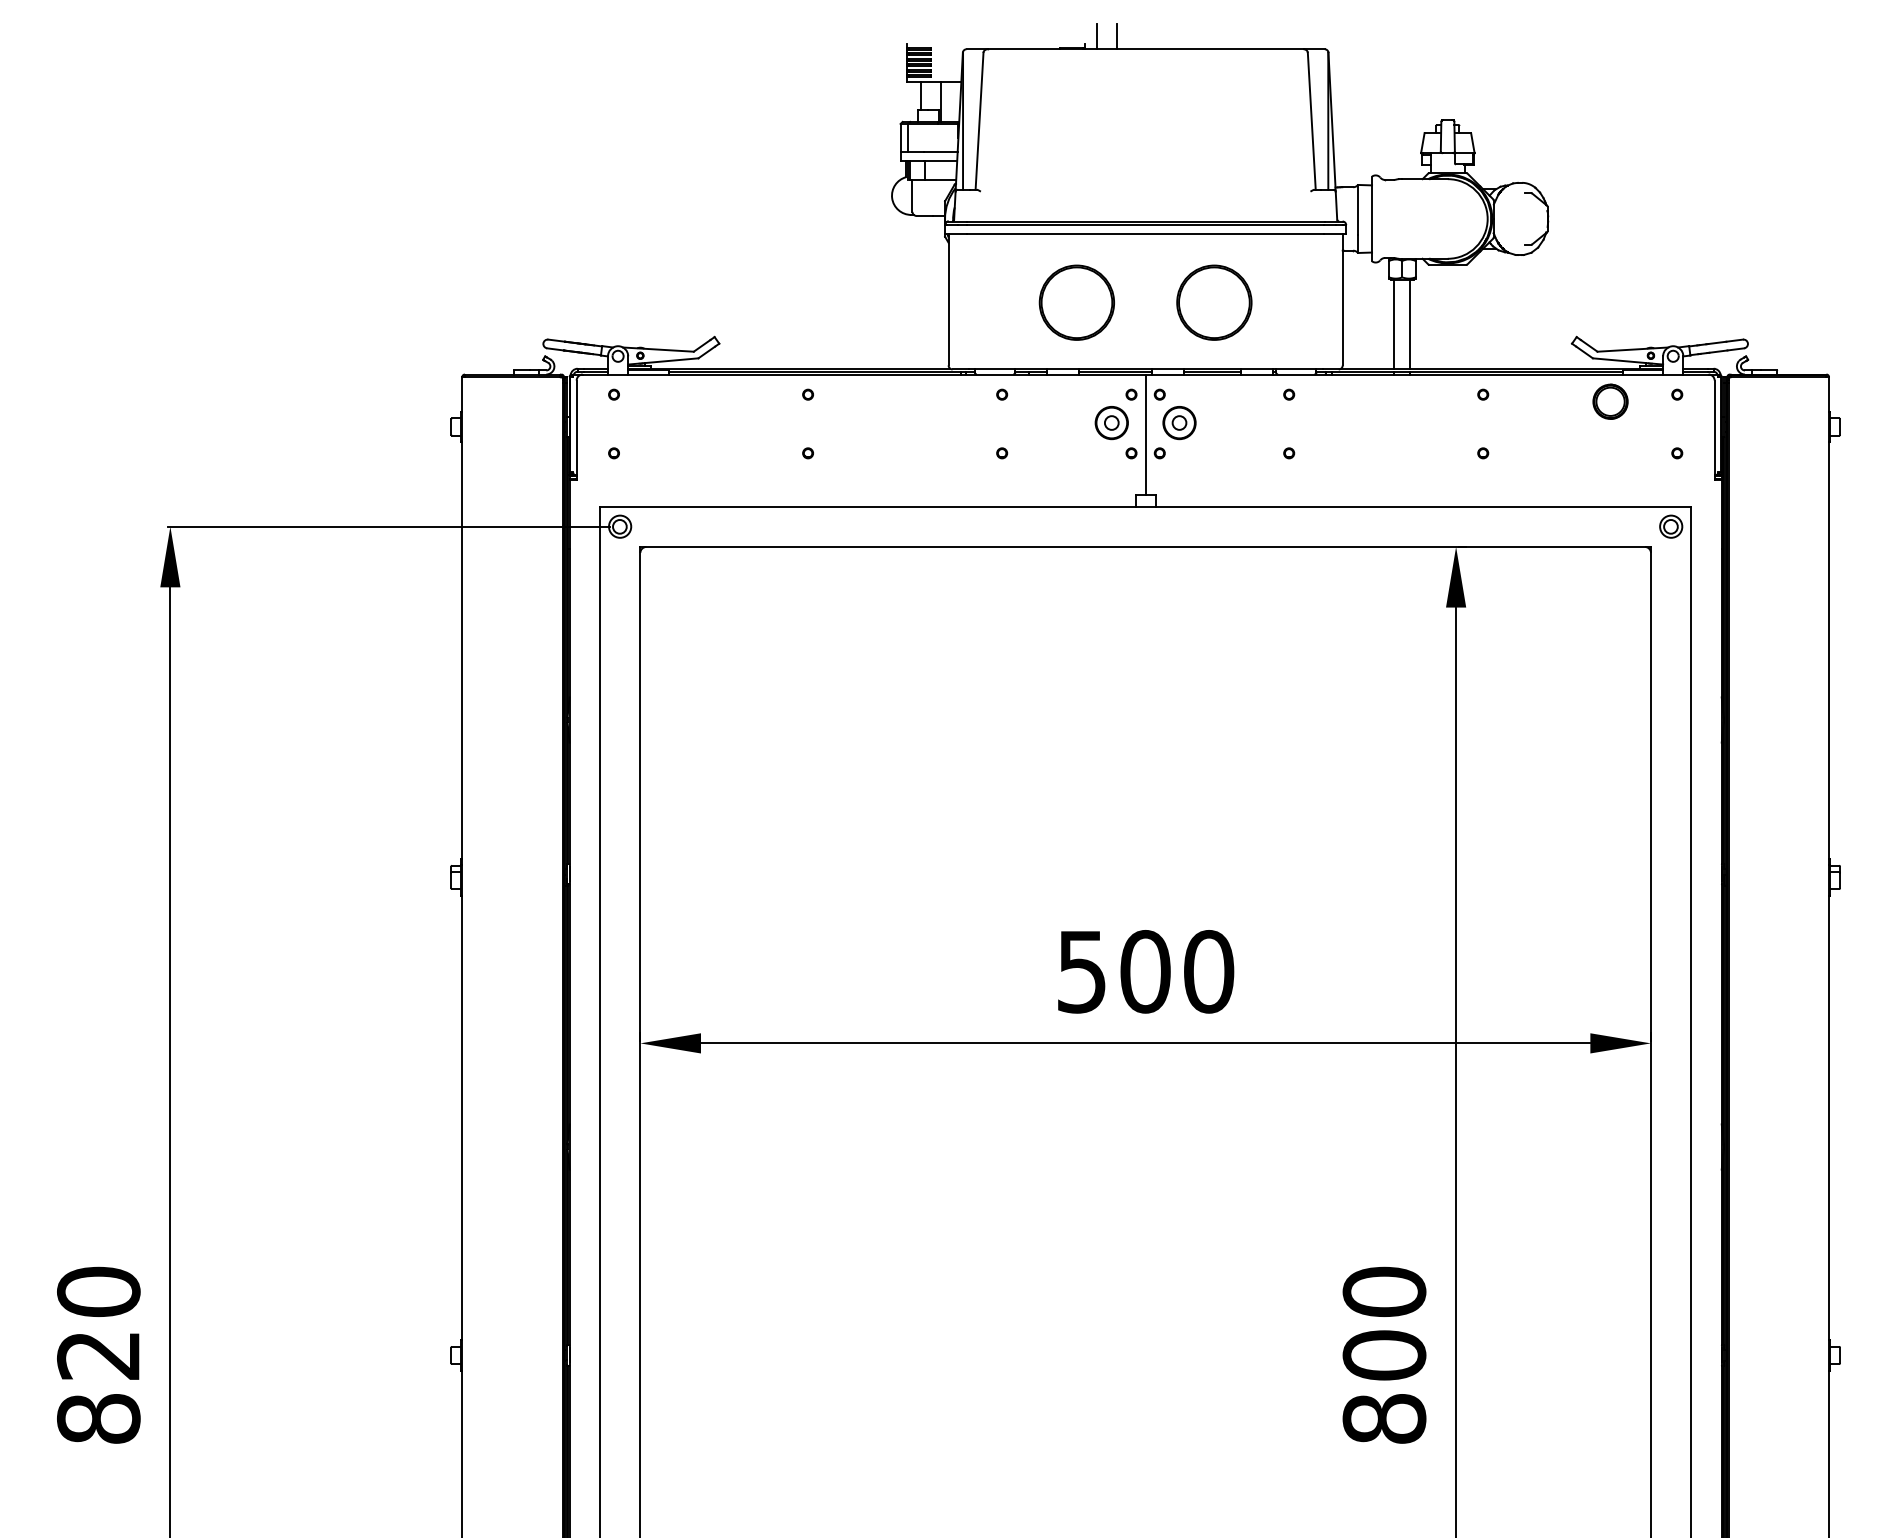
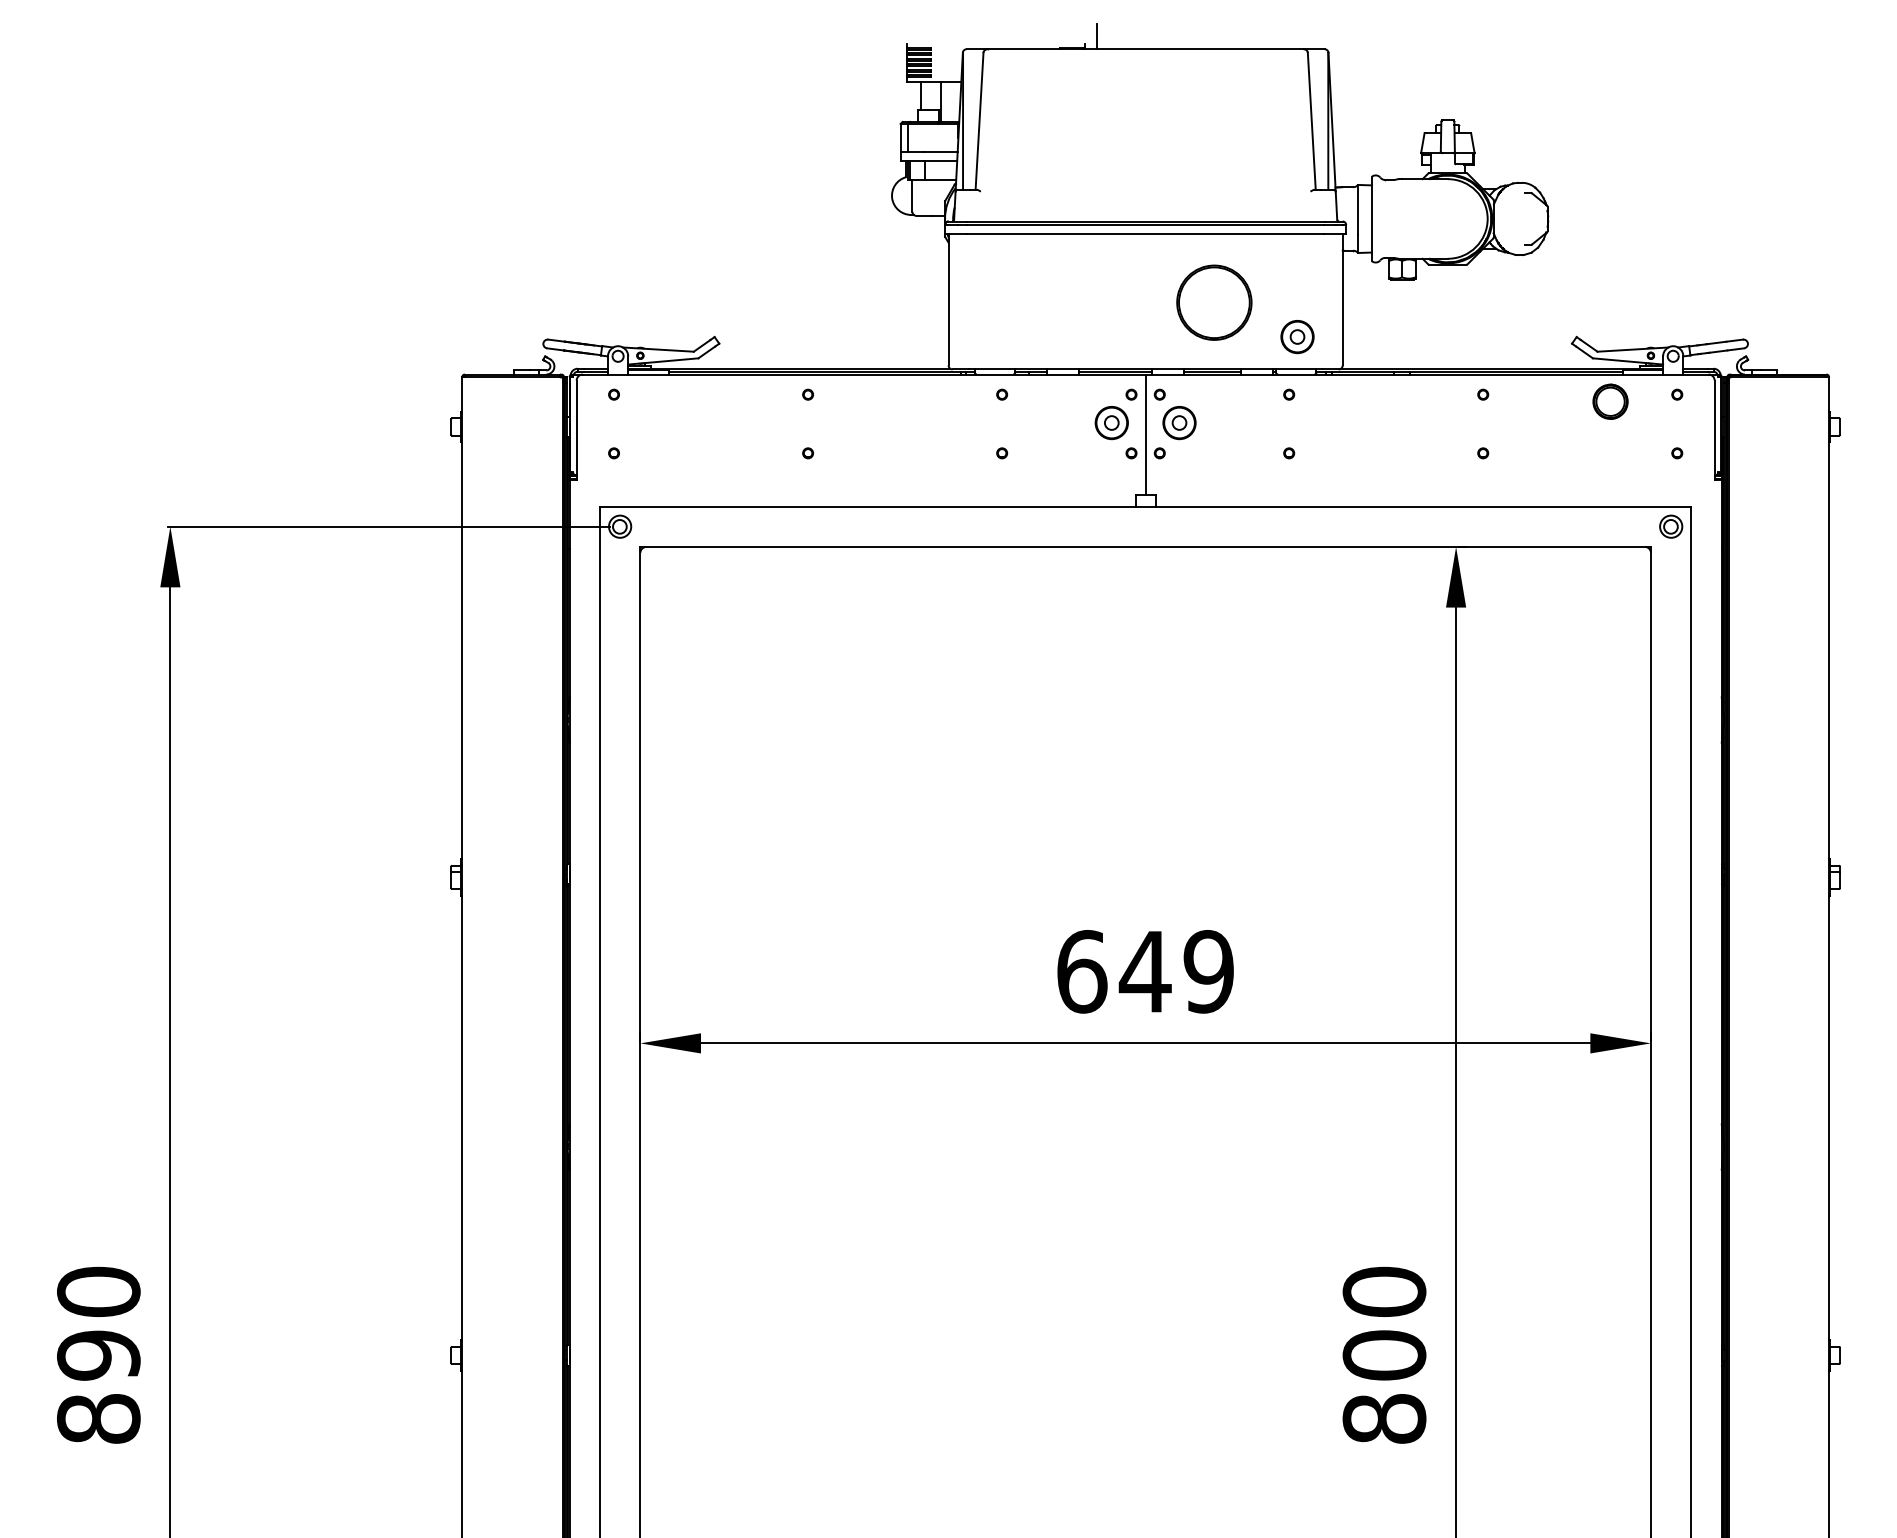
line at (1116, 36): present -> none
part at (1076, 302): present -> none
line at (1394, 323): present -> none
line at (1410, 323): present -> none
part at (1297, 337): none -> present
text at (1145, 971): 500 -> 649
text at (98, 1355): 820 -> 890
